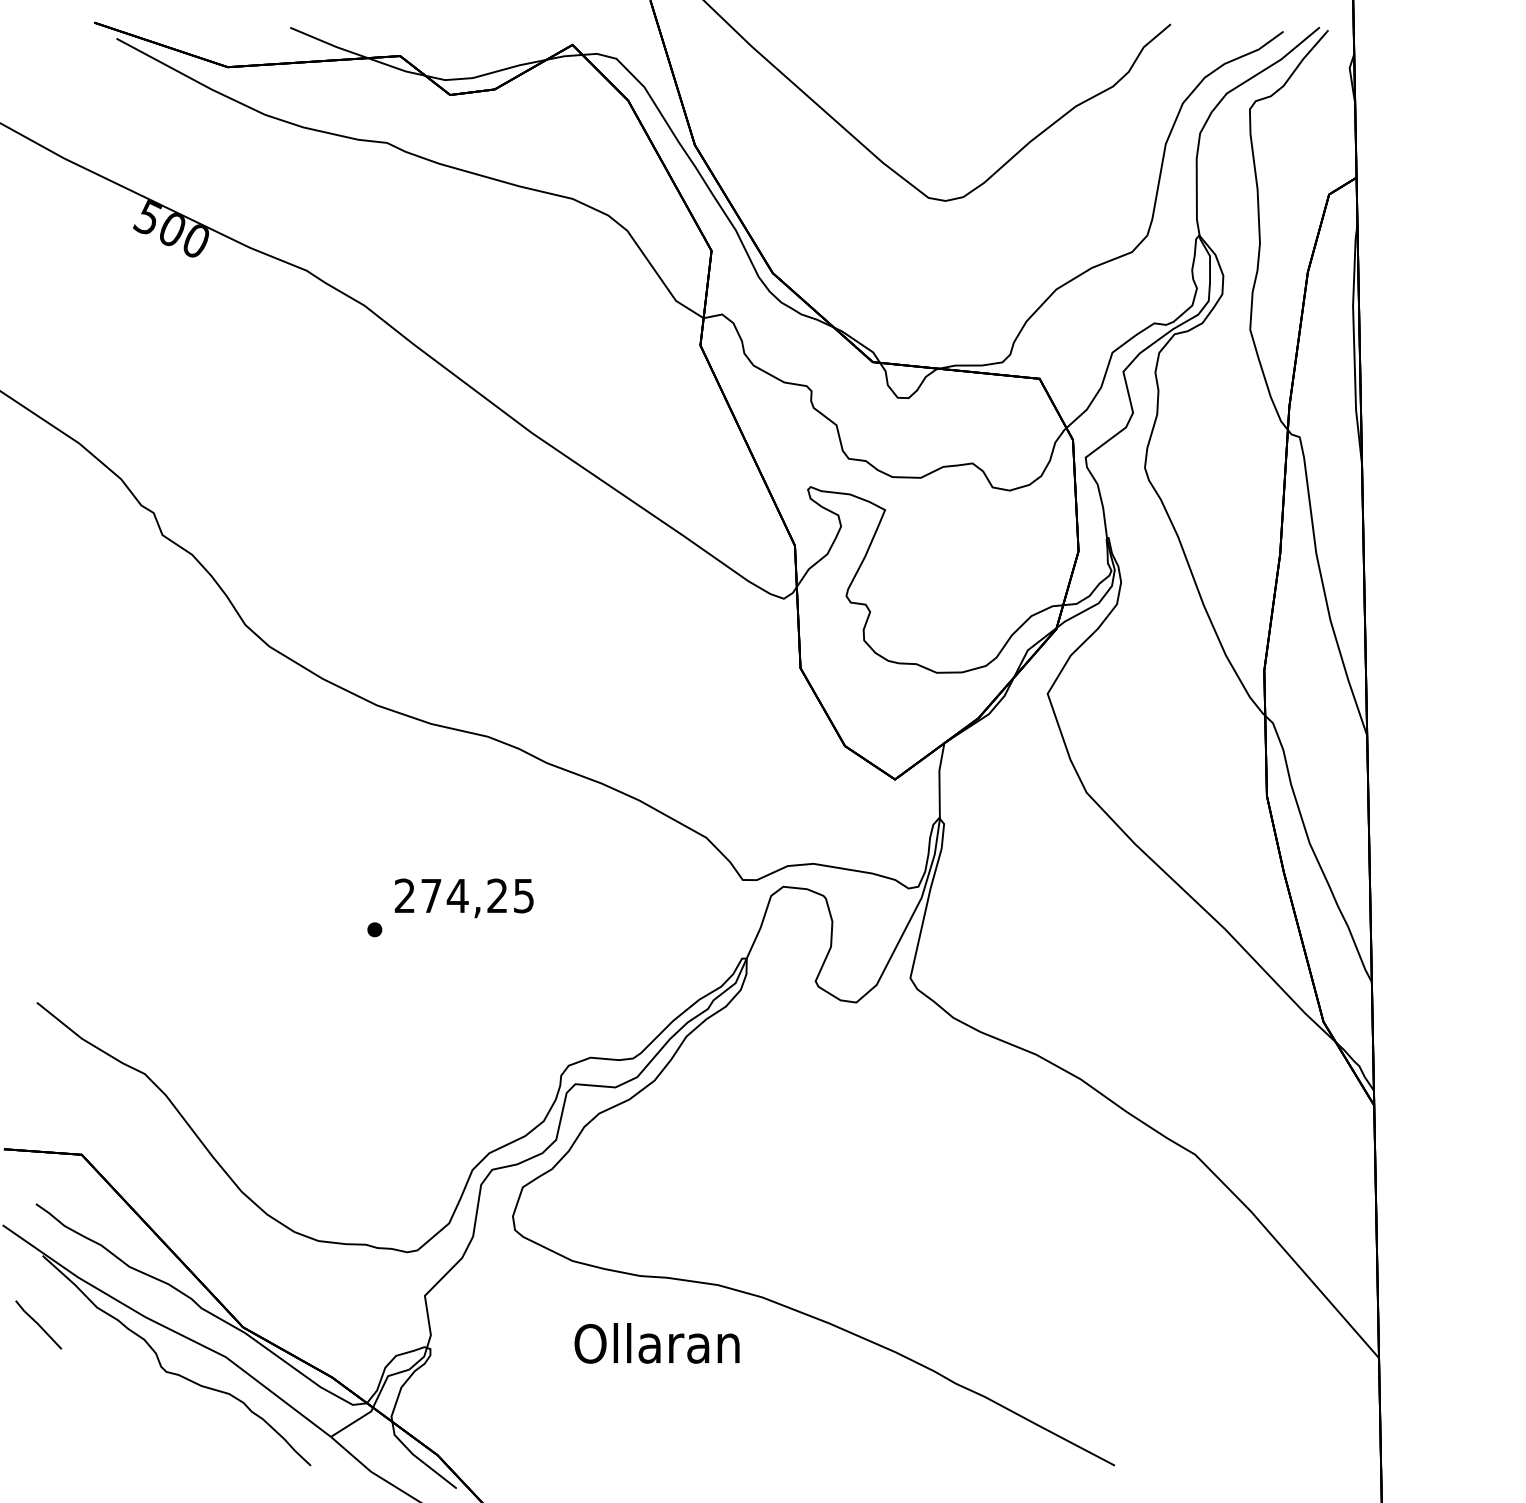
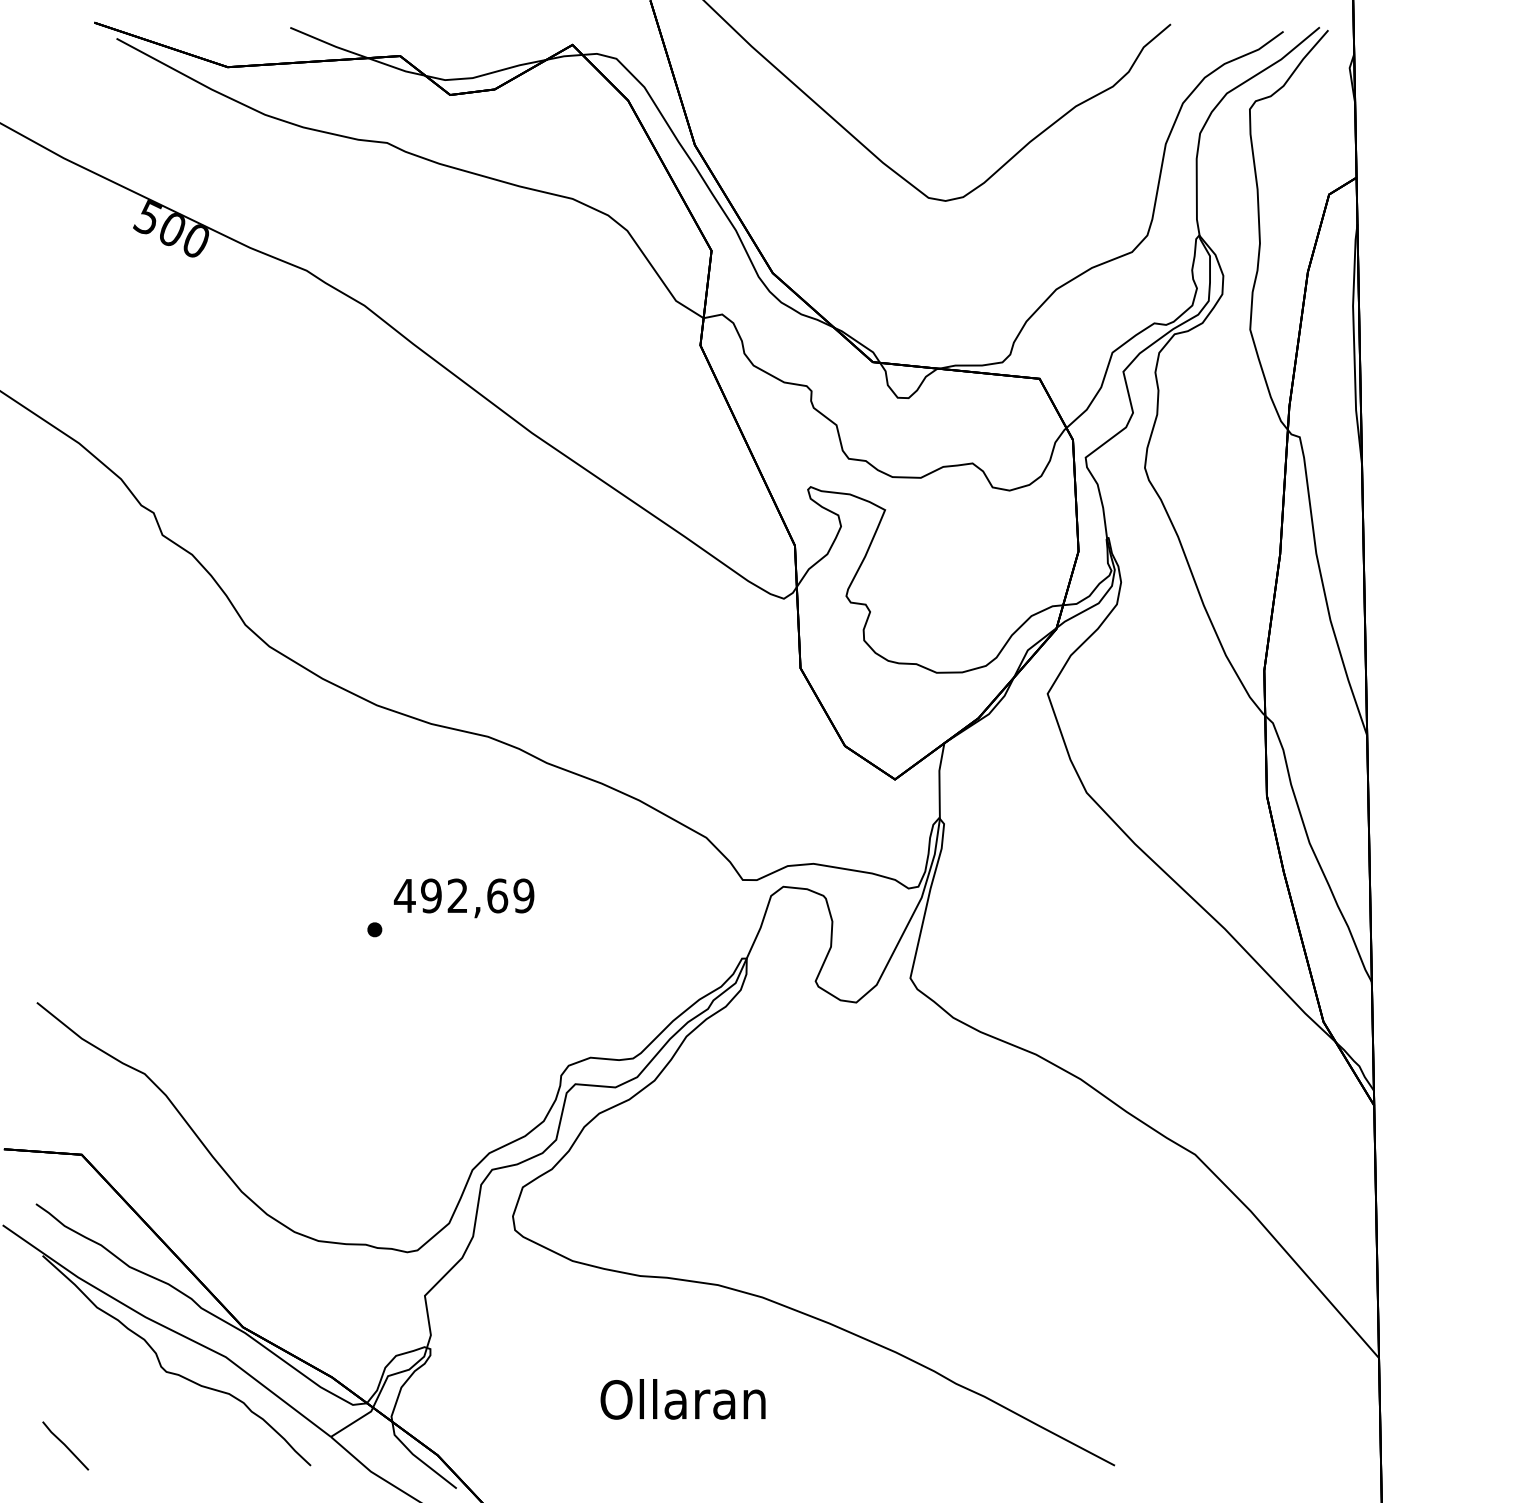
text at (463, 895): 274,25 -> 492,69
line at (38, 1324) position: (38, 1324) -> (65, 1445)
text at (656, 1343) position: (656, 1343) -> (682, 1399)
